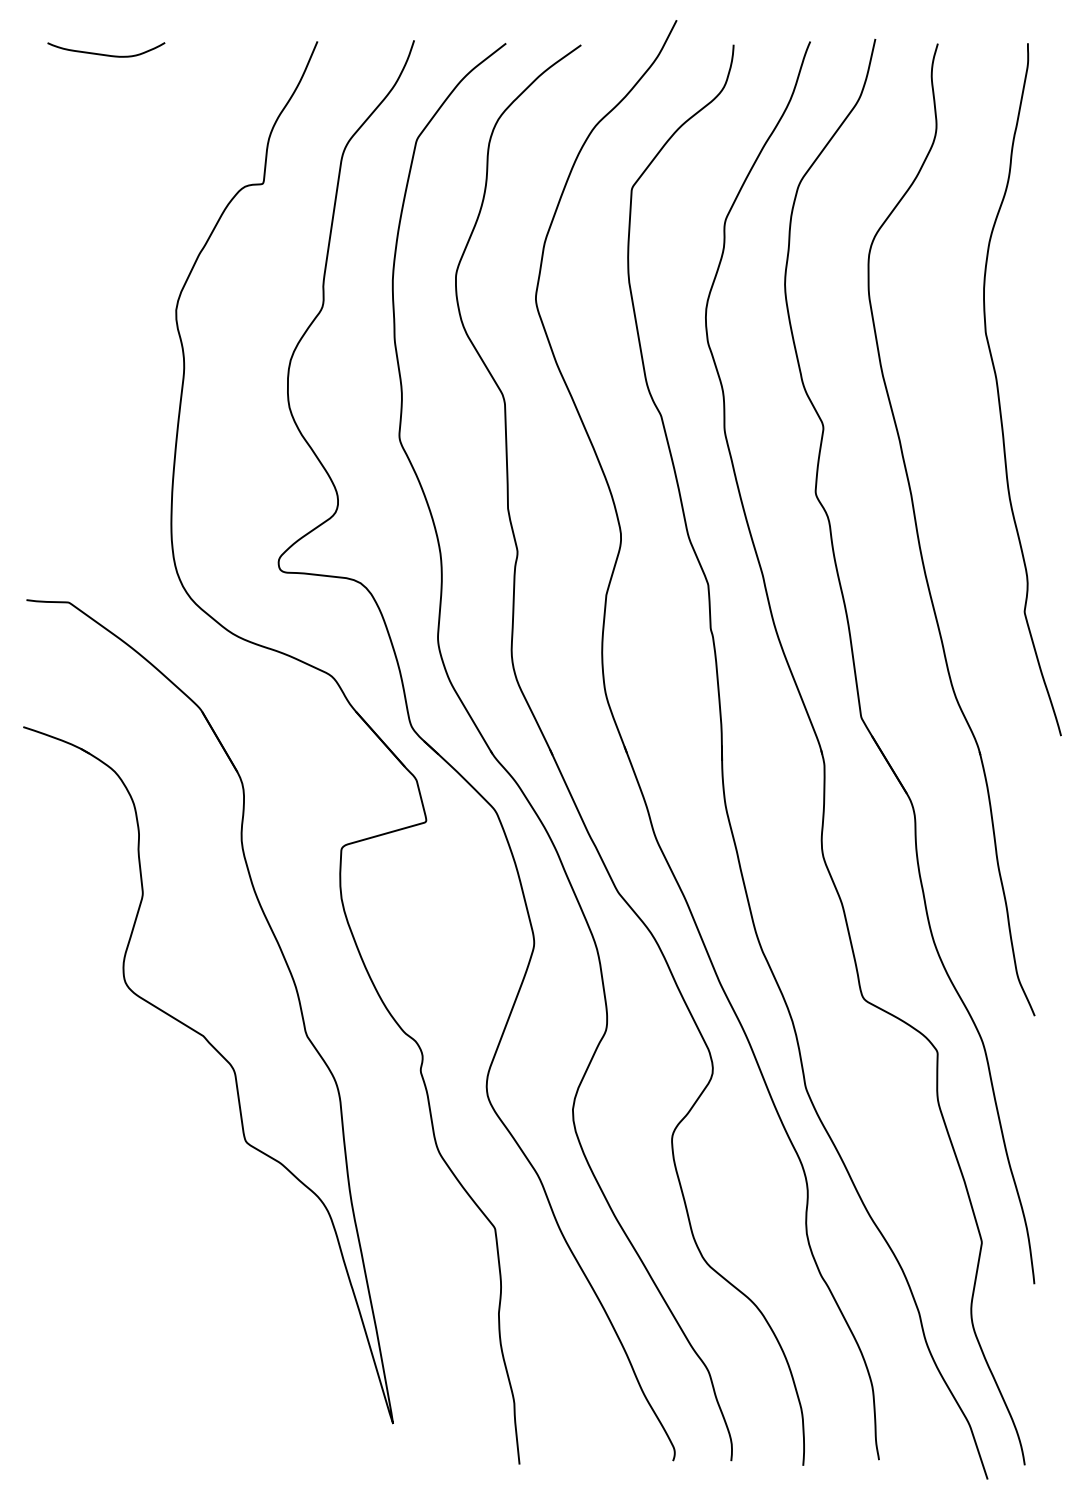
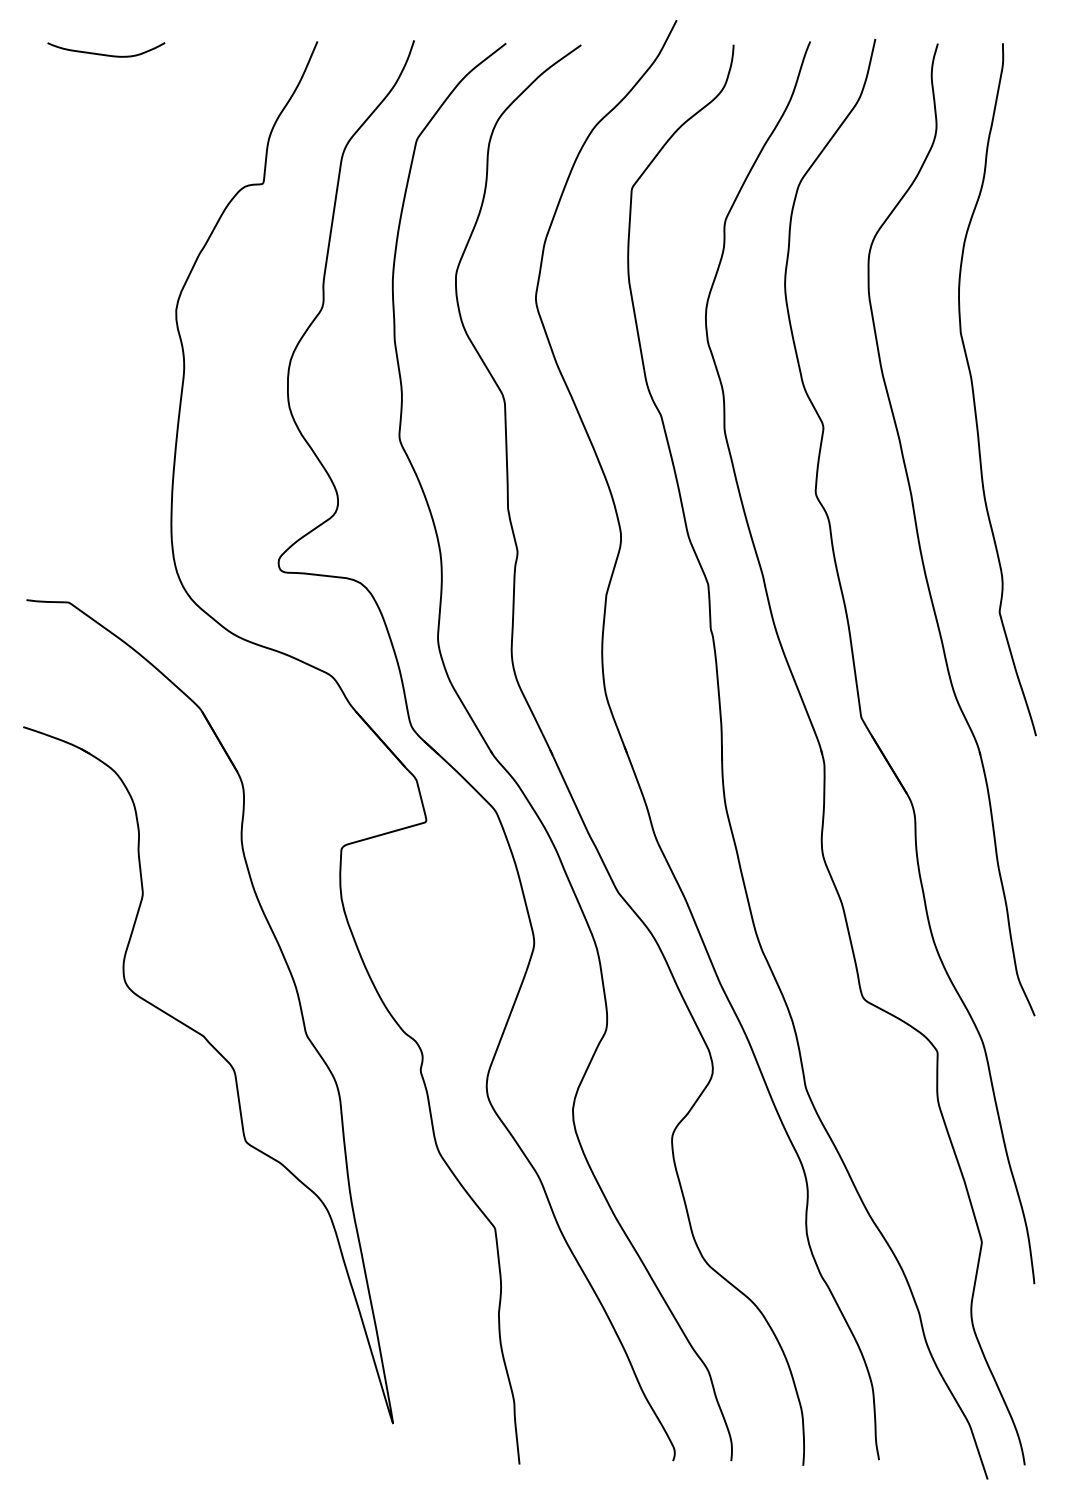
curve at (999, 392) position: (999, 392) -> (974, 392)
